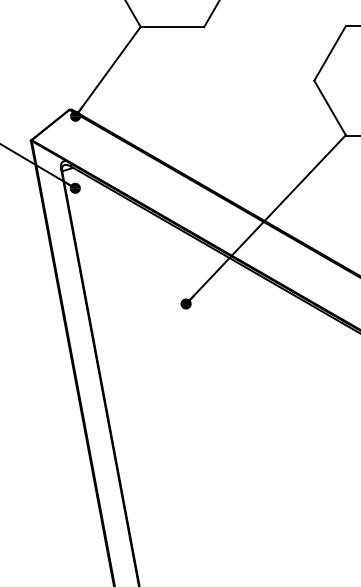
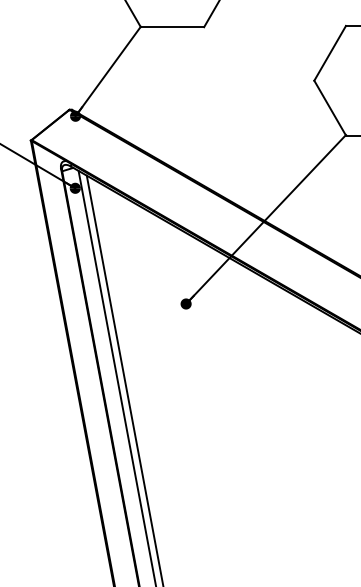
line at (116, 376): none -> present
line at (124, 379): none -> present
